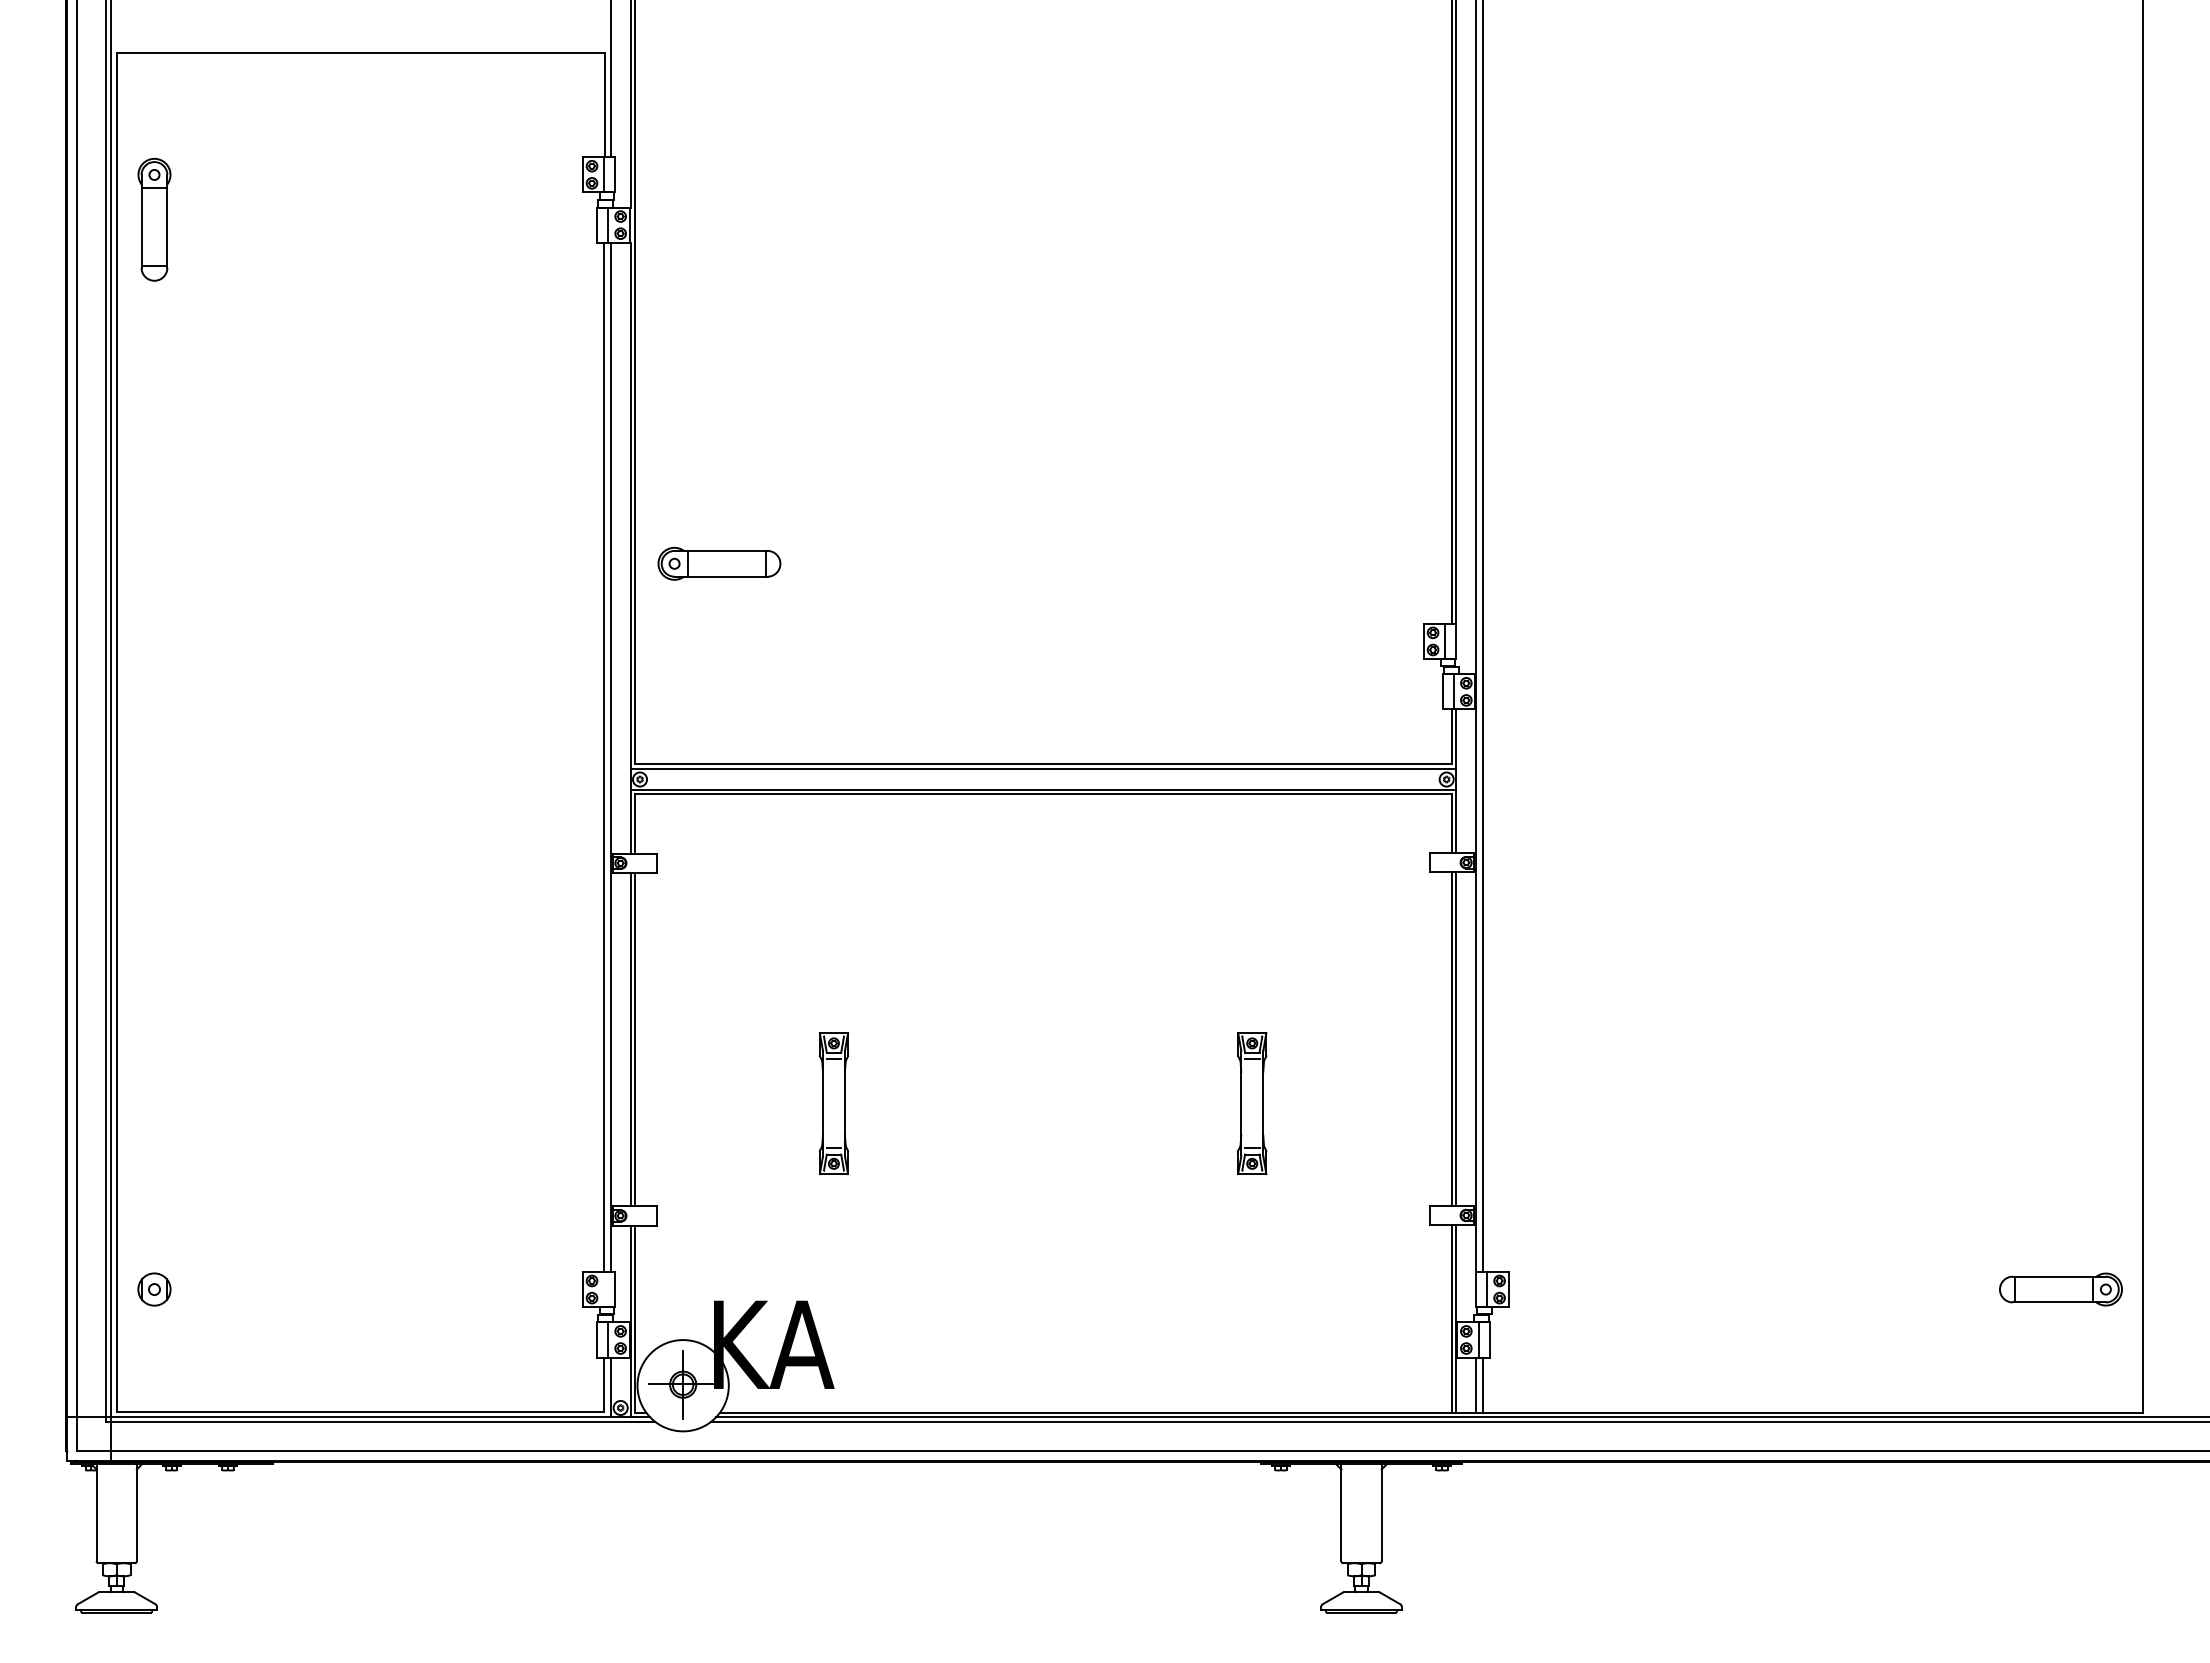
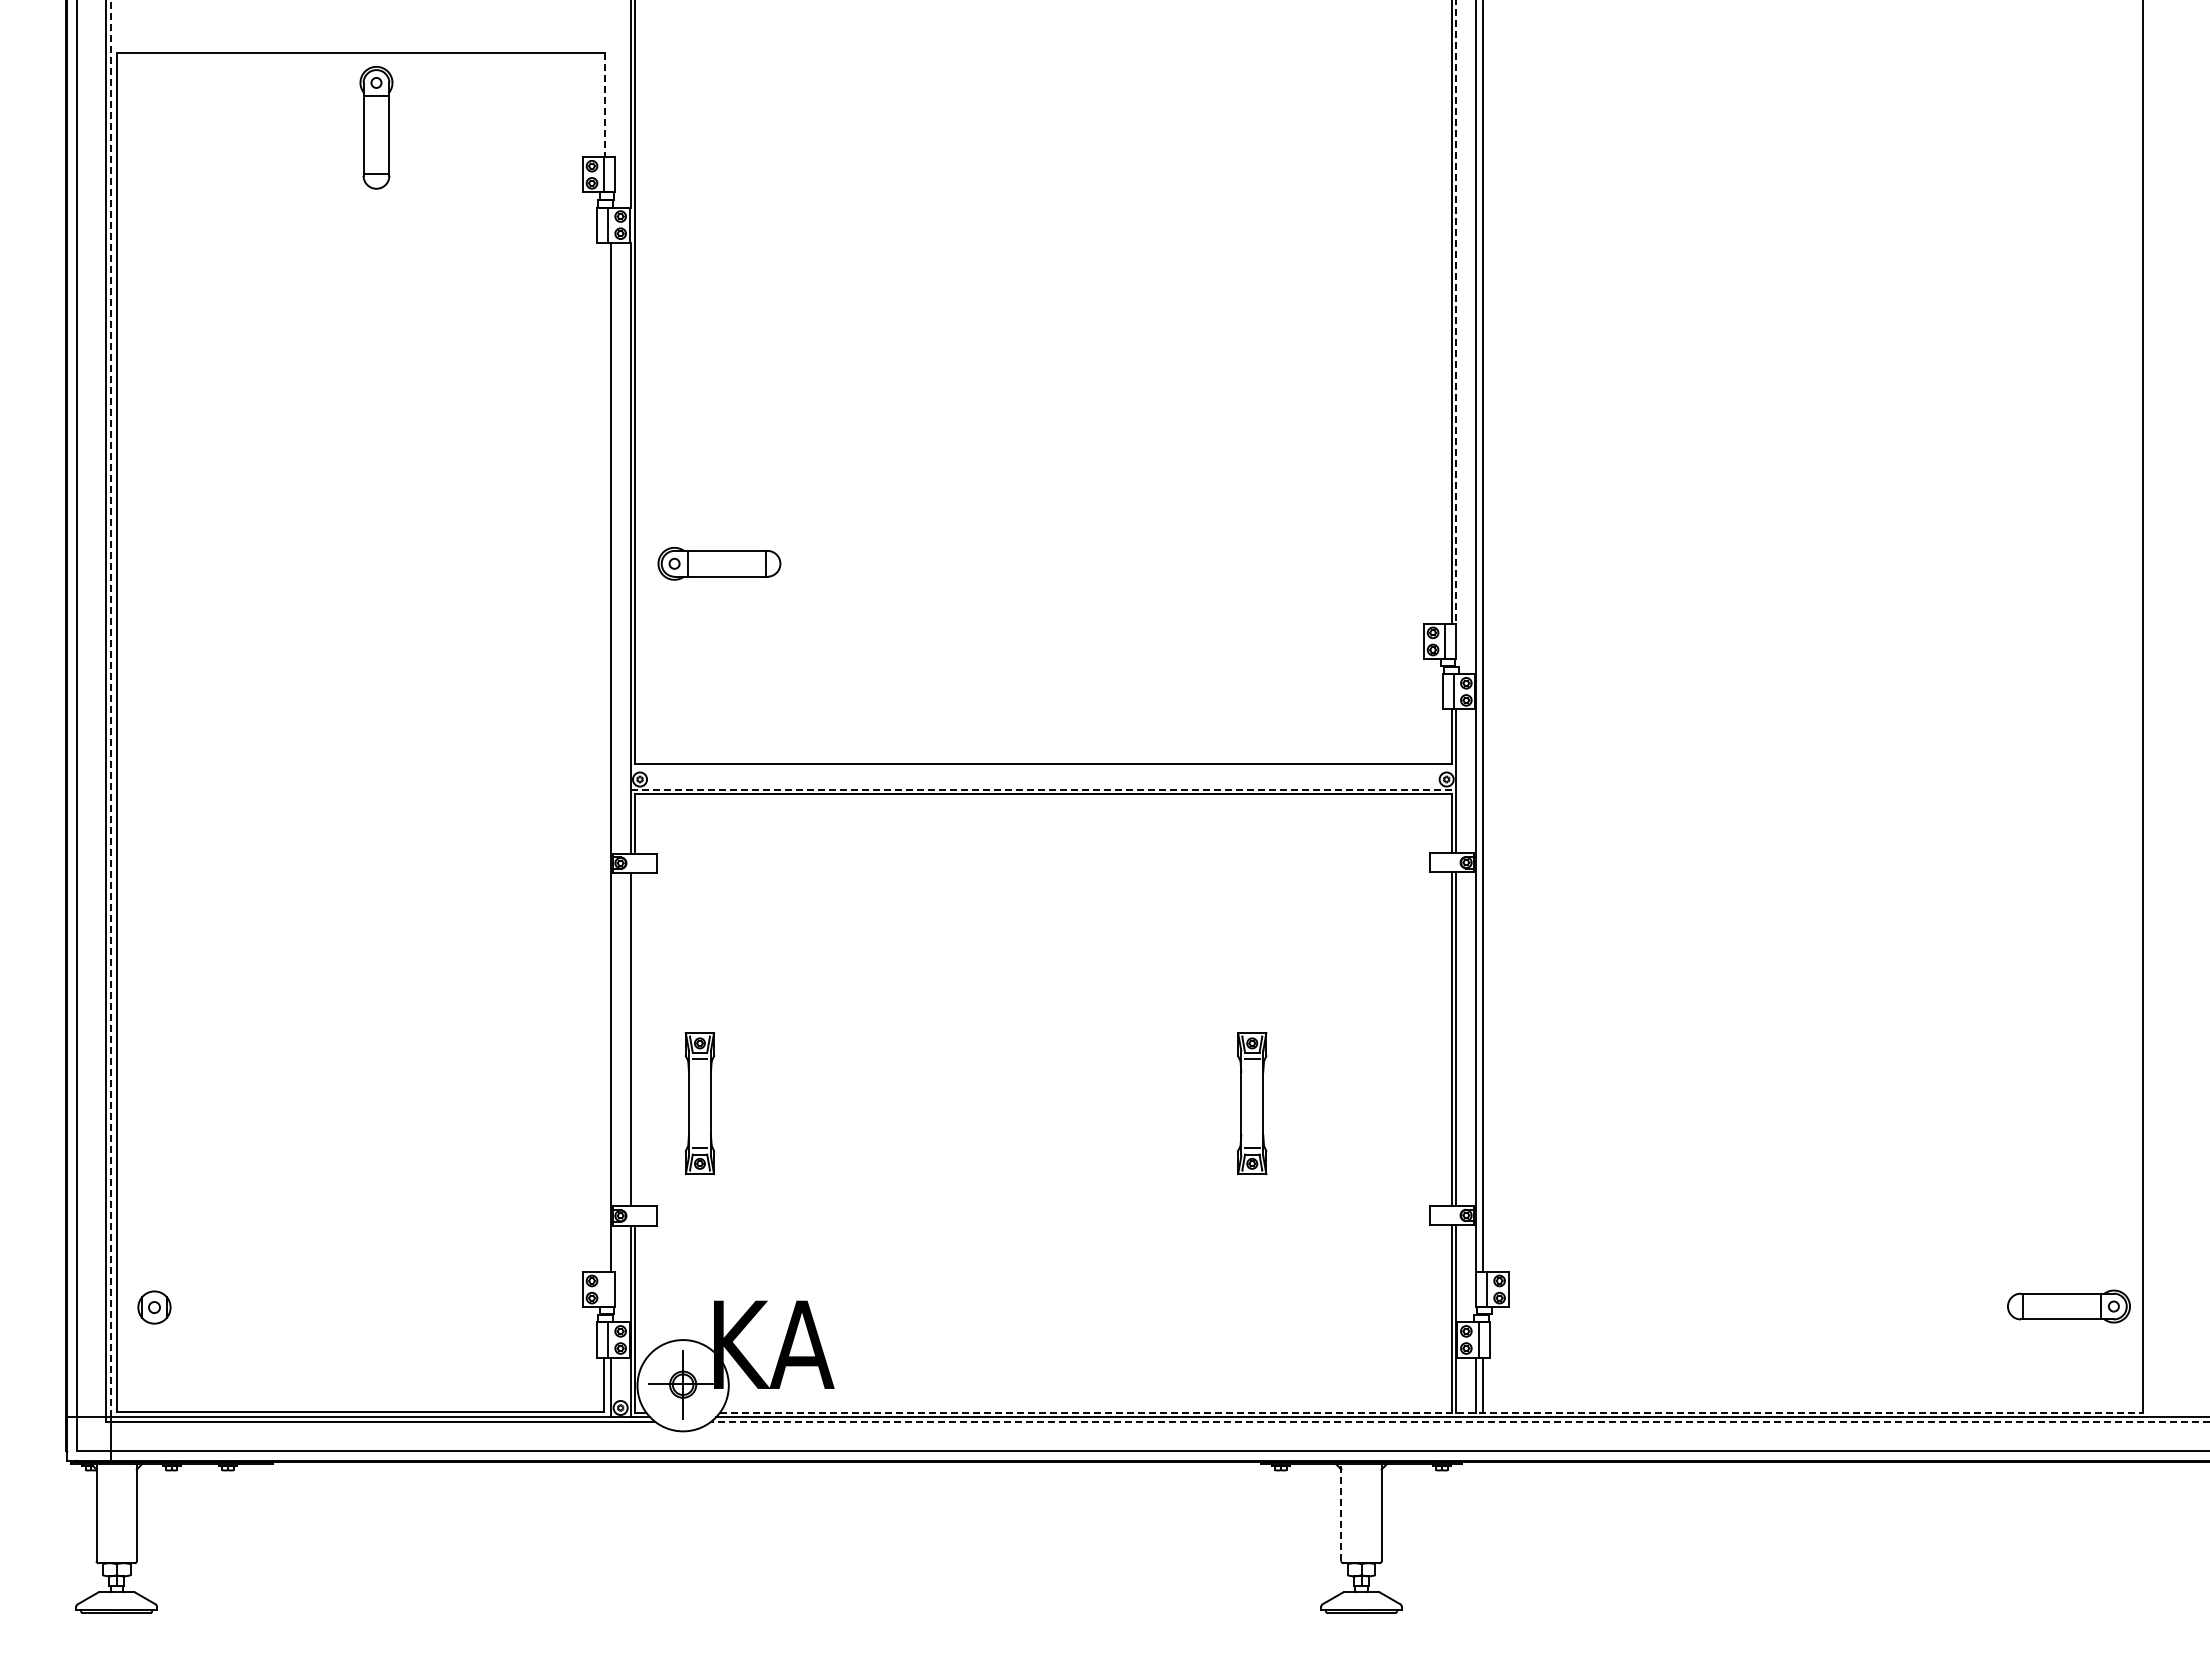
line at (610, 79): present -> none
line at (604, 105): solid -> dashed
part at (154, 219) position: (154, 219) -> (376, 127)
line at (1456, 312): solid -> dashed
line at (110, 708): solid -> dashed
line at (604, 756): present -> none
line at (1043, 769): present -> none
line at (1043, 789): solid -> dashed
line at (635, 1039): present -> none
part at (833, 1103) position: (833, 1103) -> (699, 1103)
part at (154, 1289) position: (154, 1289) -> (154, 1307)
part at (2060, 1289) position: (2060, 1289) -> (2068, 1306)
line at (1431, 1412): solid -> dashed
line at (1459, 1421): solid -> dashed
line at (1341, 1512): solid -> dashed
